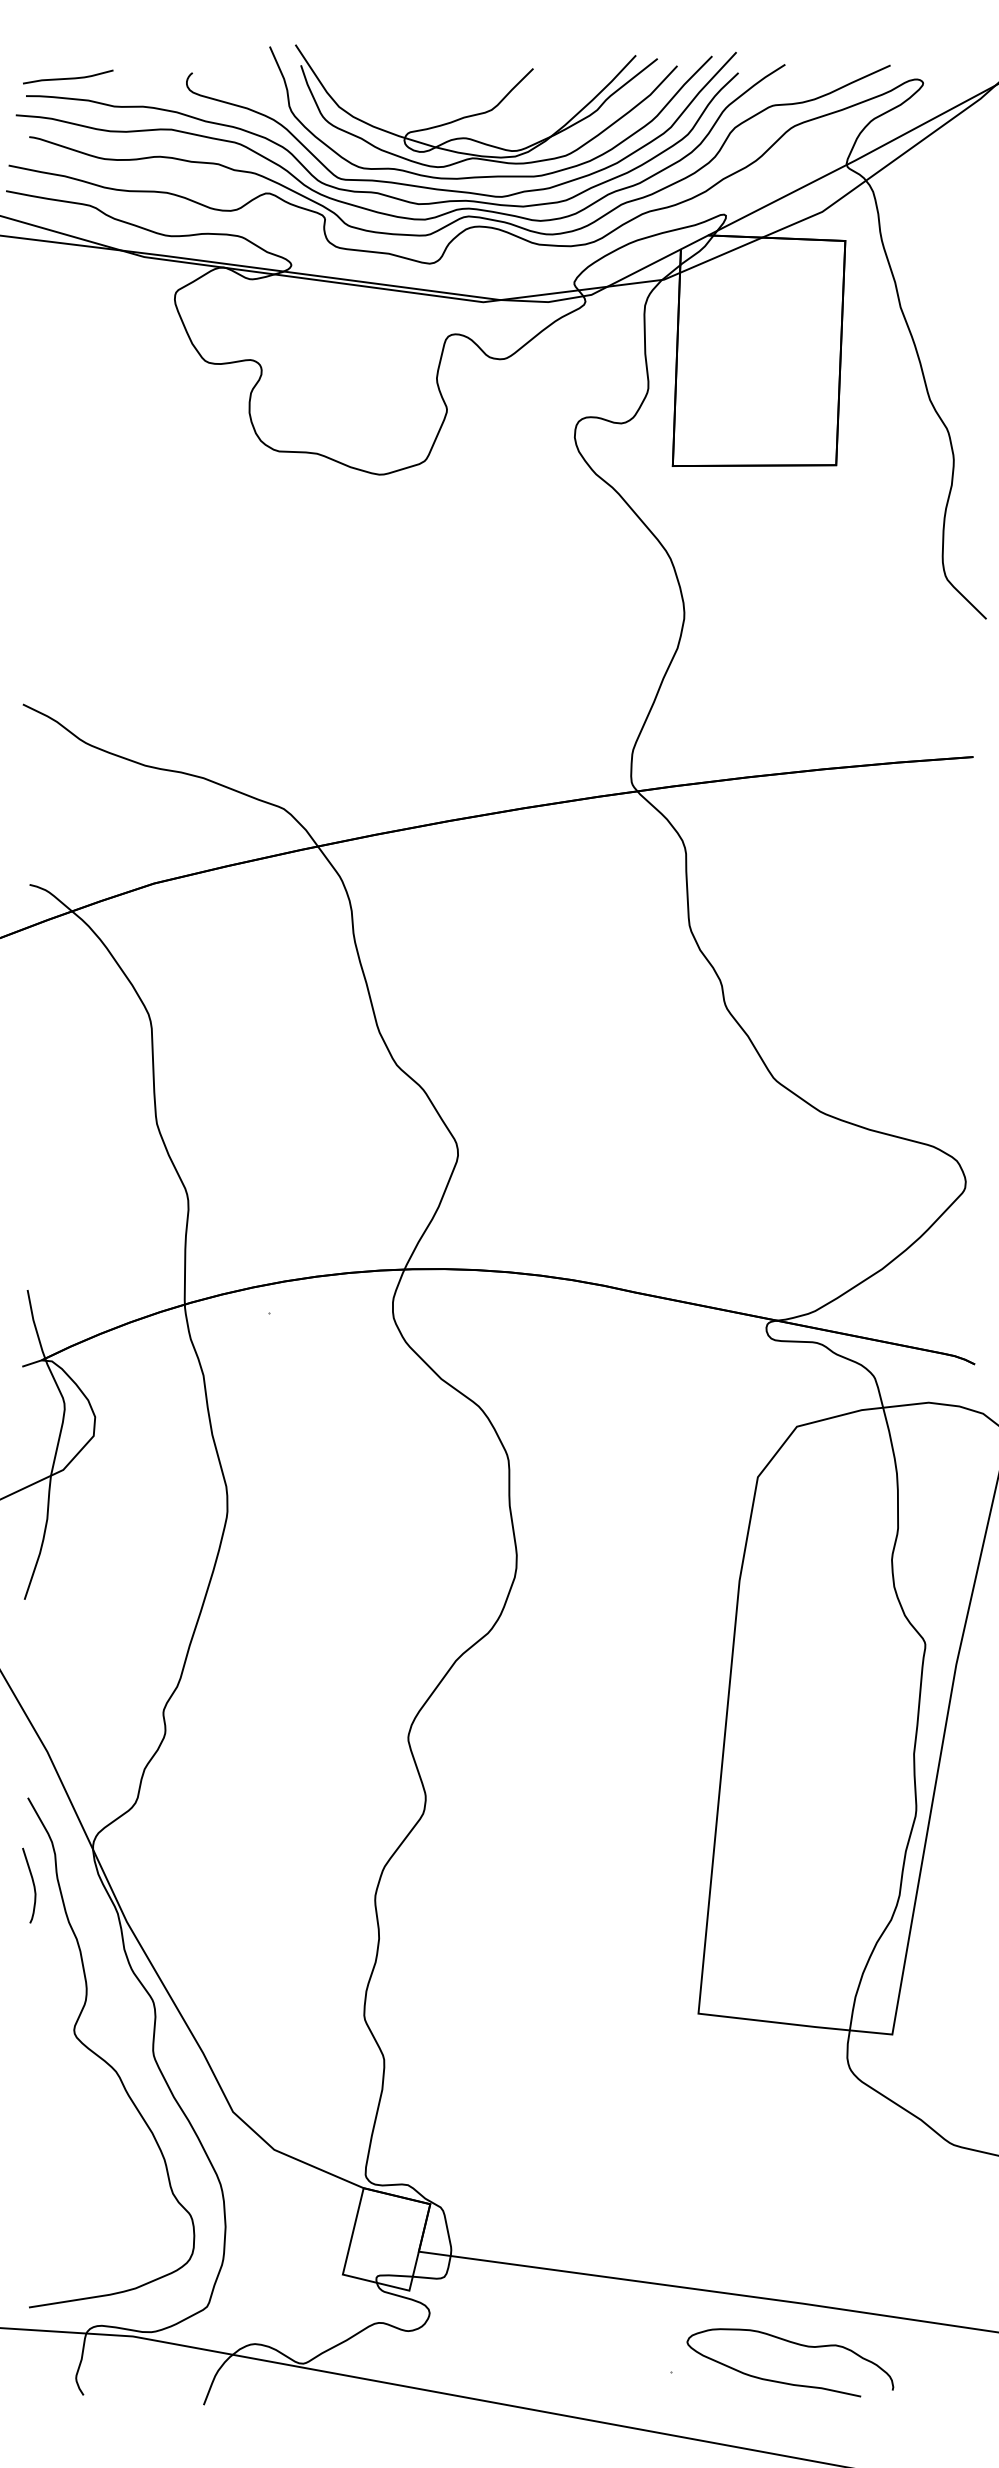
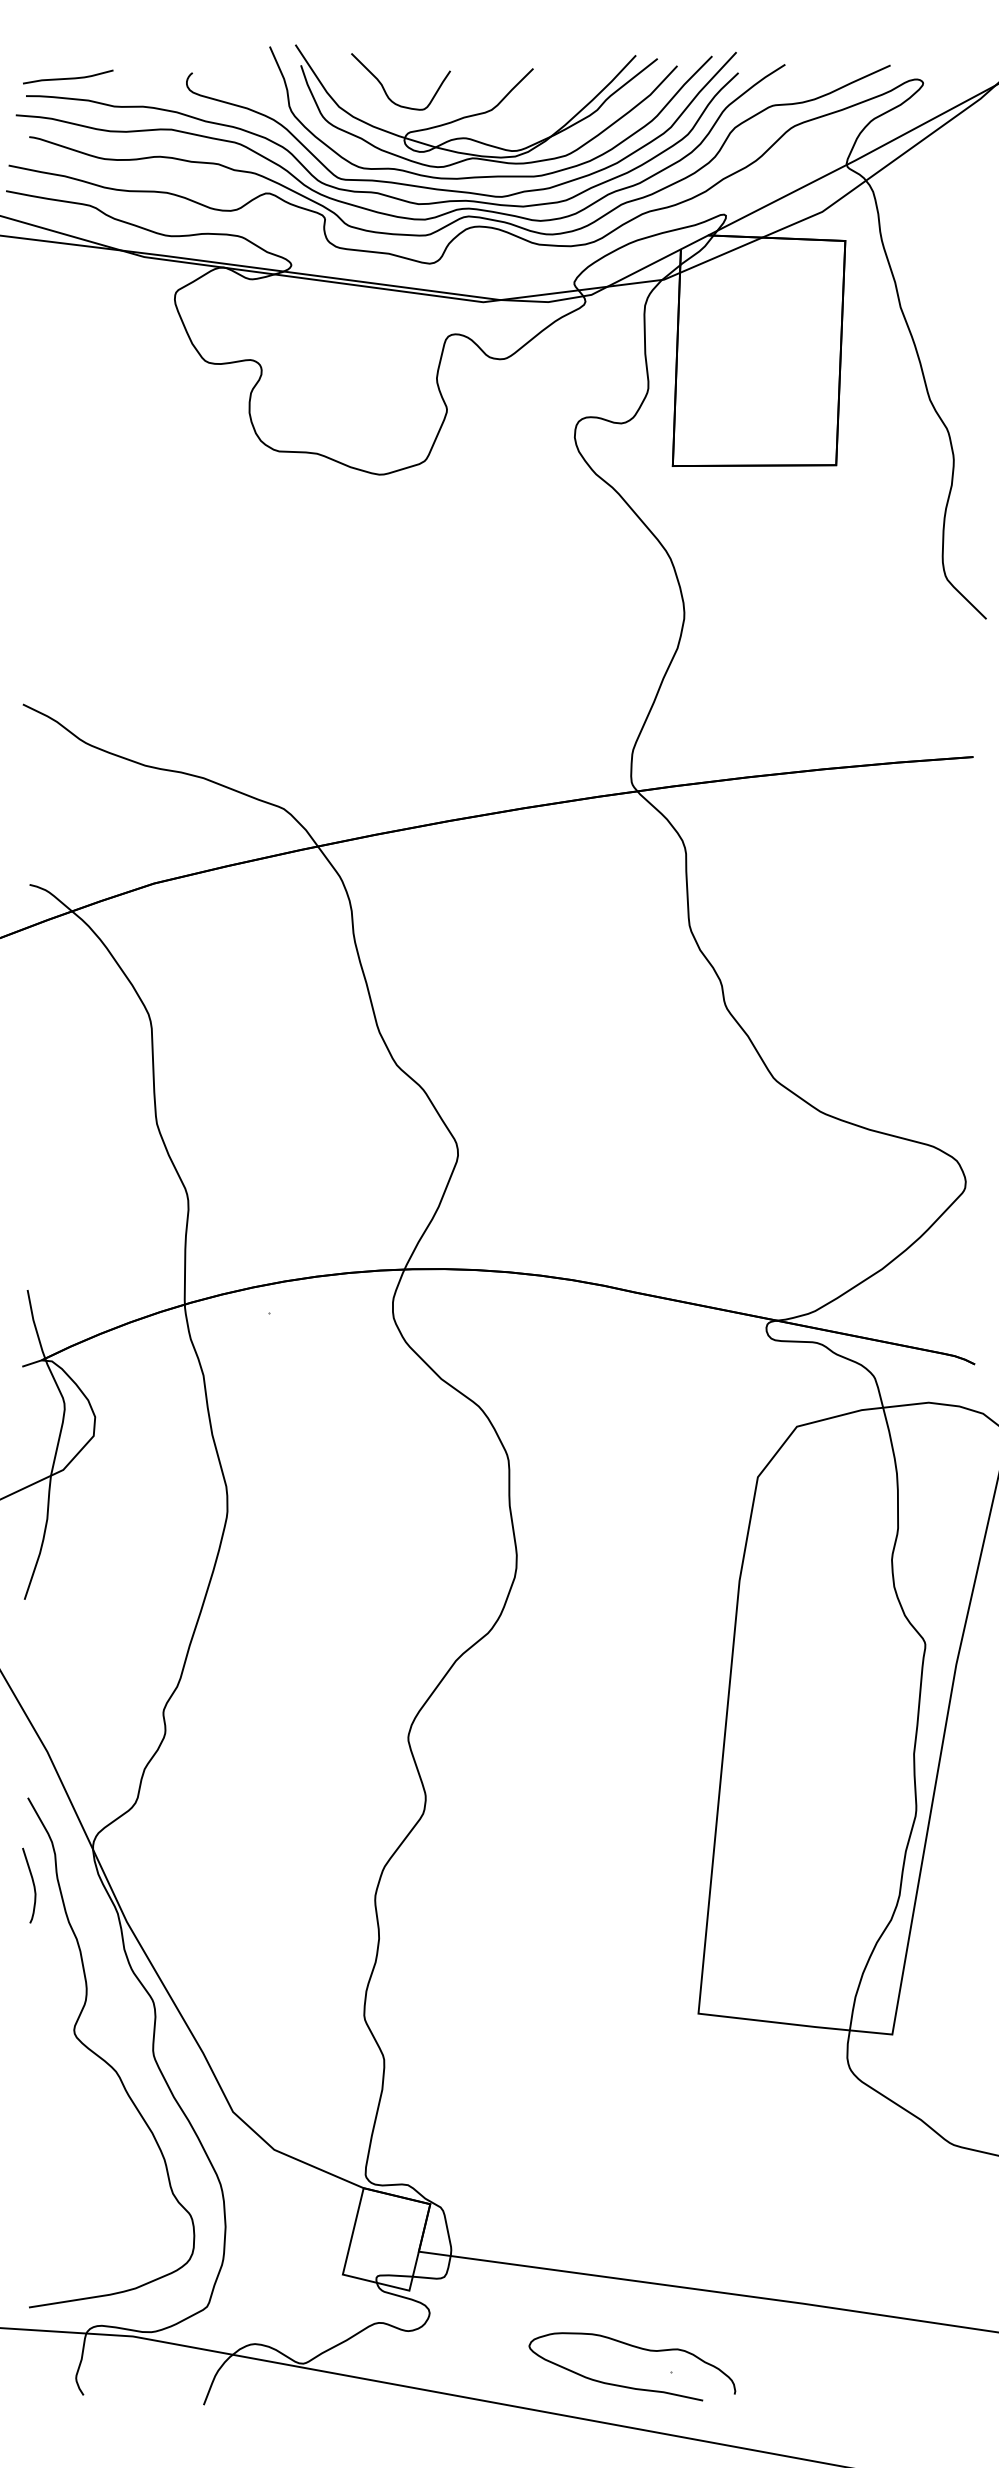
curve at (383, 85): none -> present
curve at (795, 2344) position: (795, 2344) -> (637, 2348)
